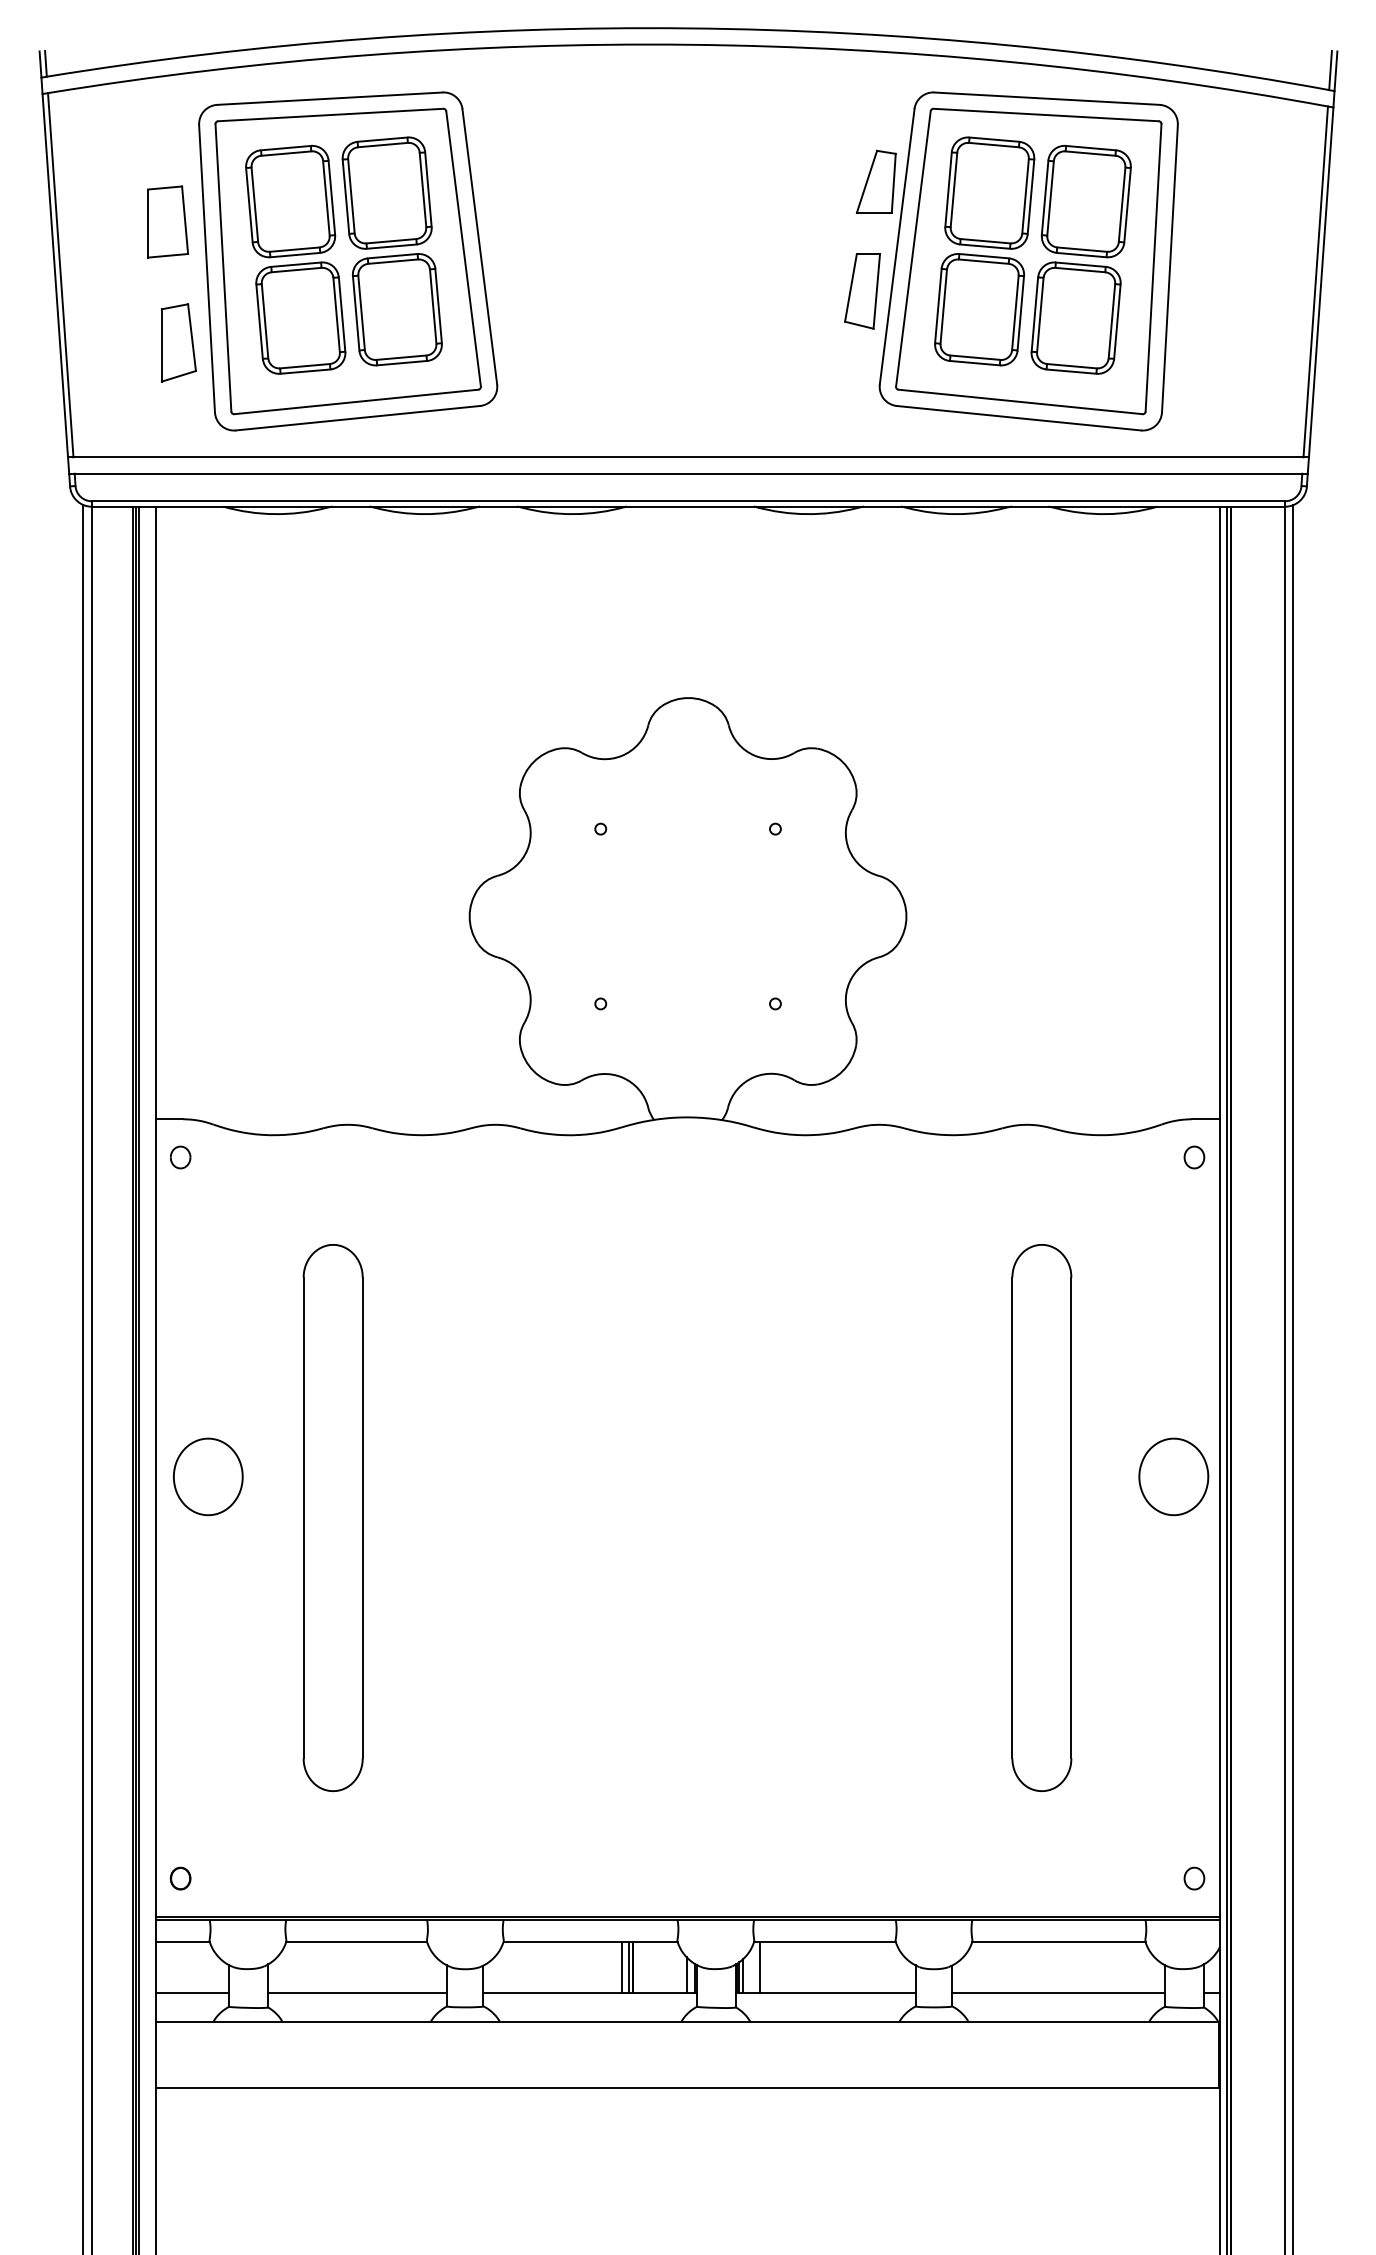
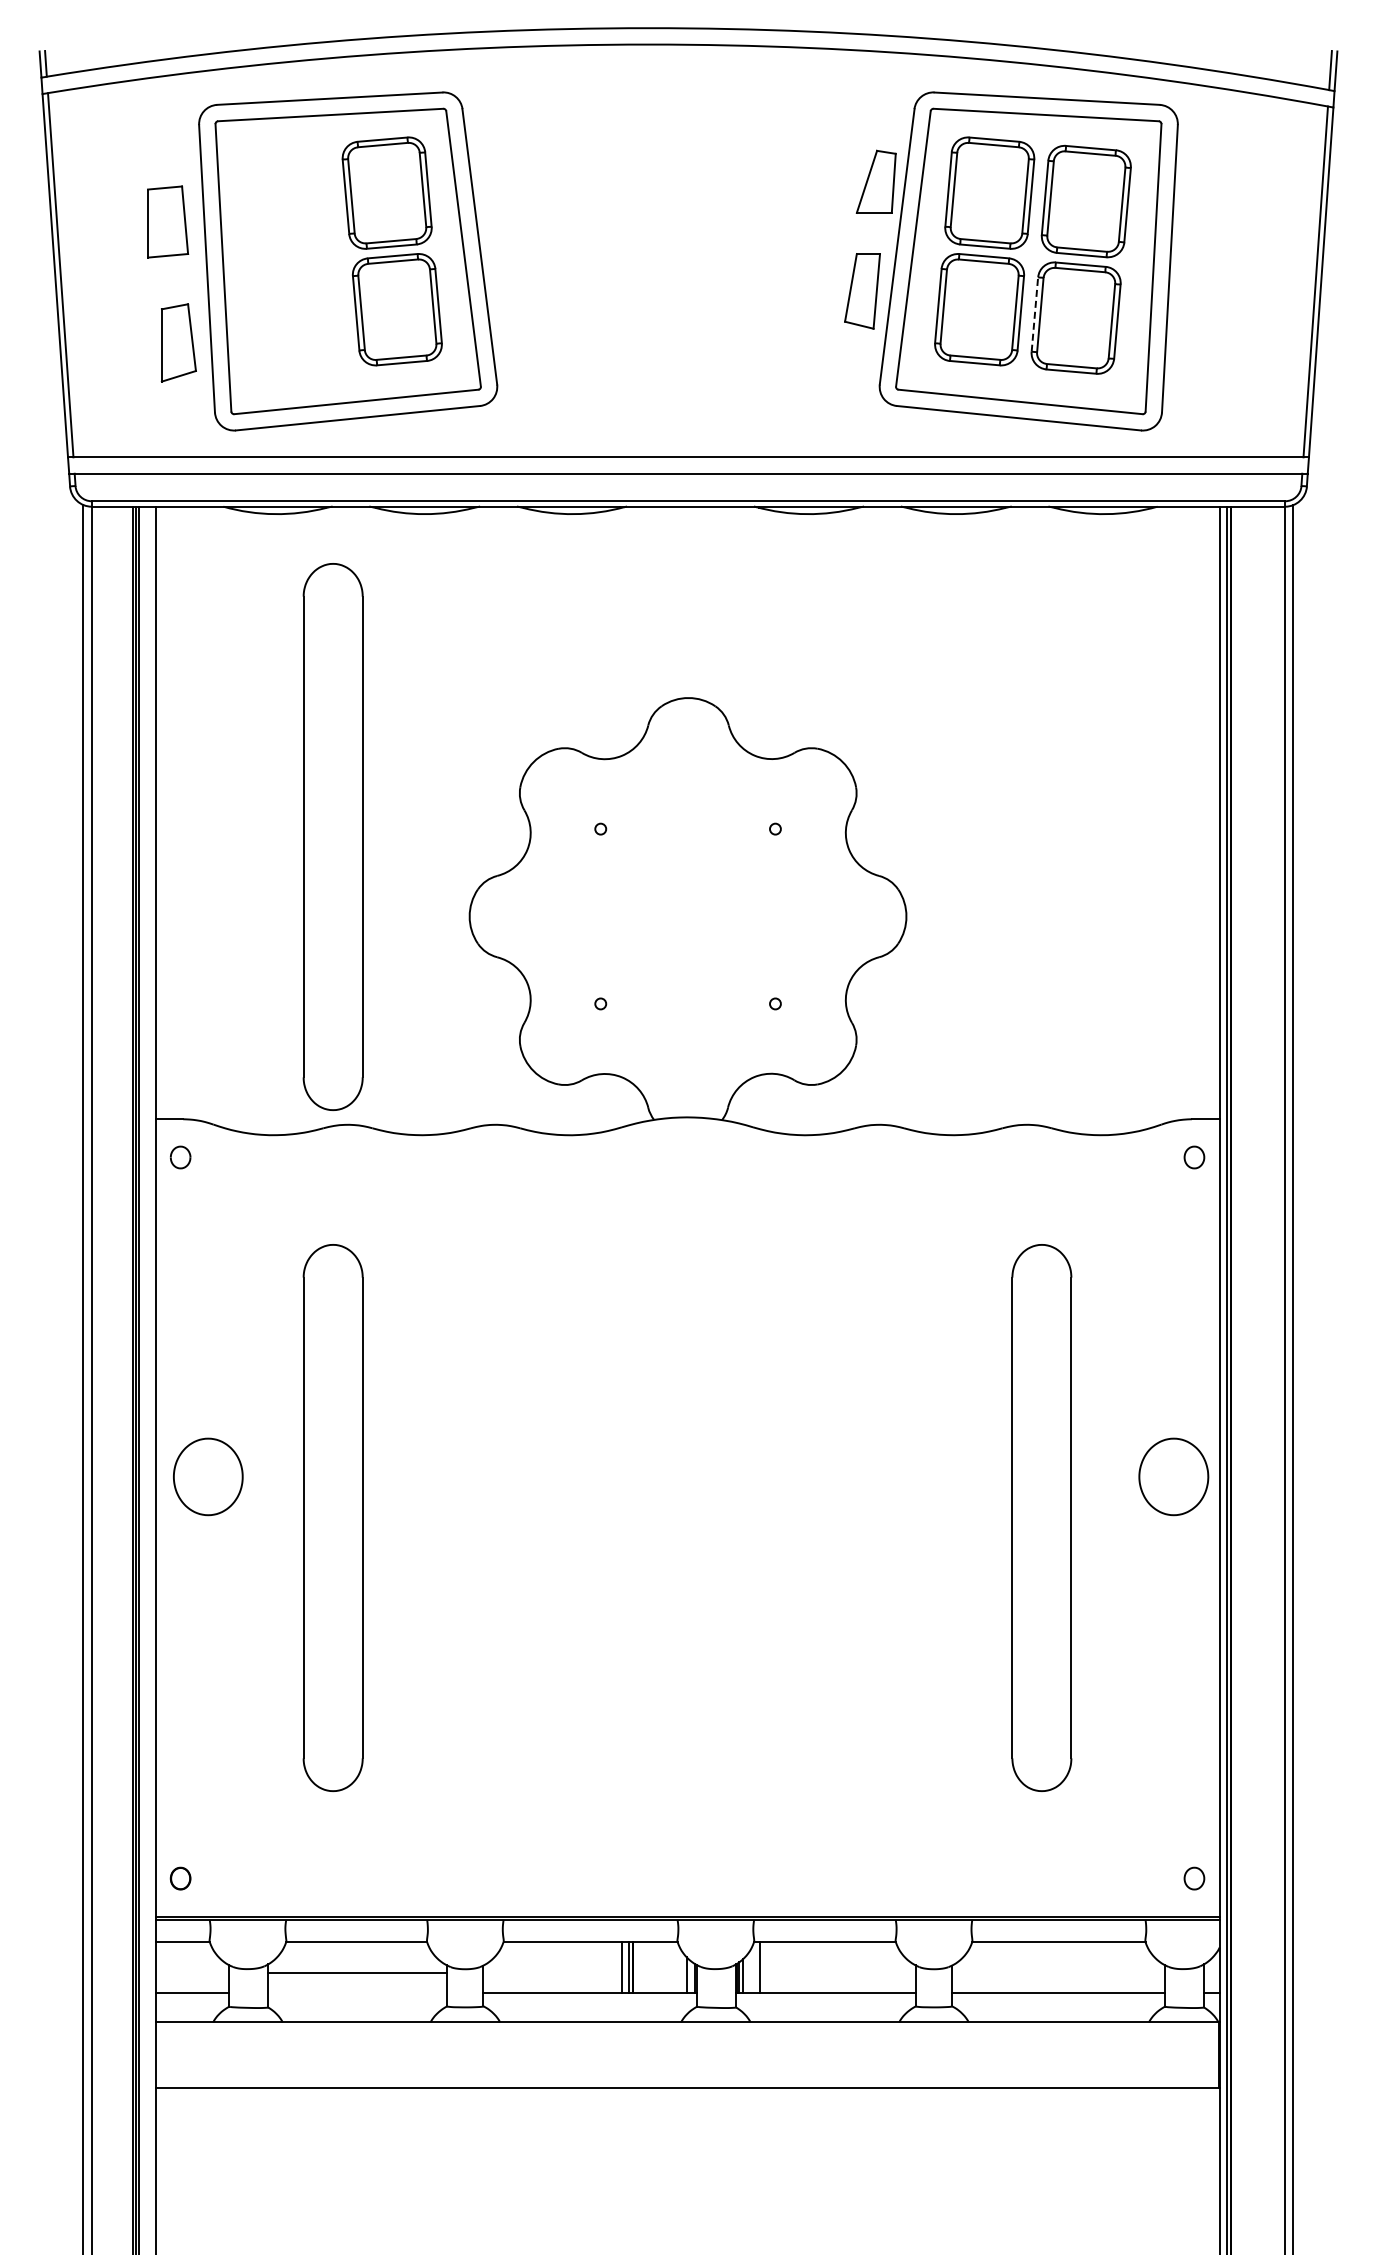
part at (295, 259): present -> none
line at (1034, 314): solid -> dashed
part at (332, 836): none -> present
line at (357, 1992) position: (357, 1992) -> (357, 1972)
